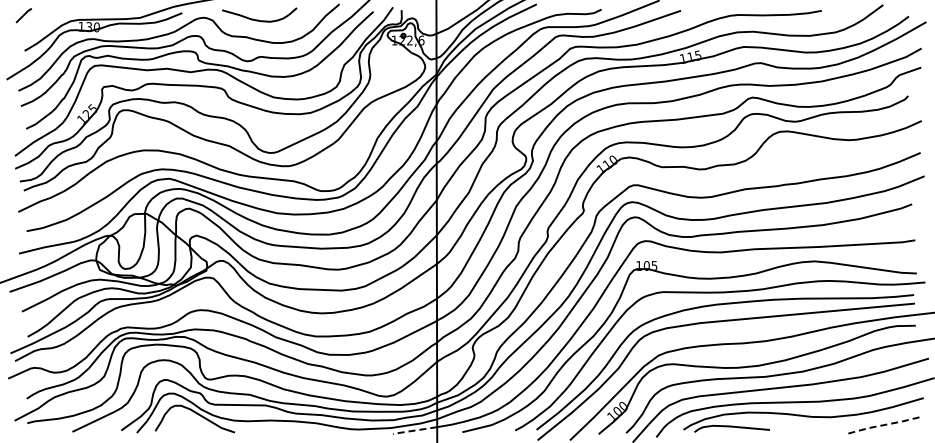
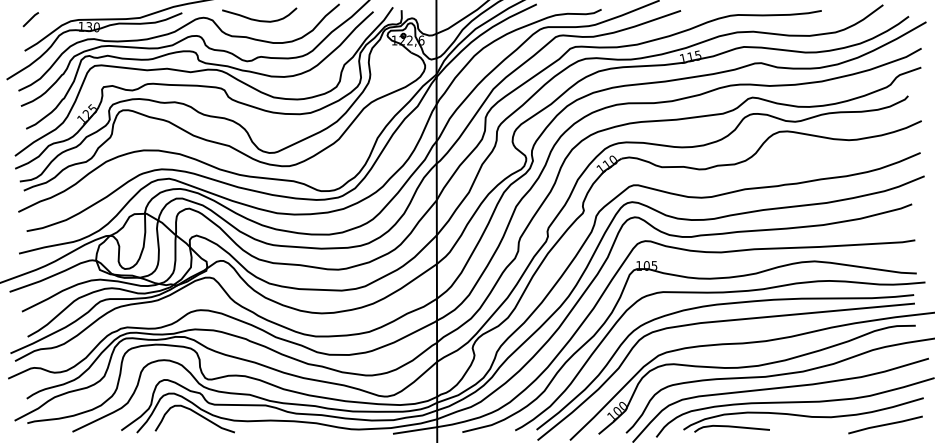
line at (23, 15) position: (23, 15) -> (30, 19)
line at (885, 424): dashed -> solid
line at (414, 430): dashed -> solid
